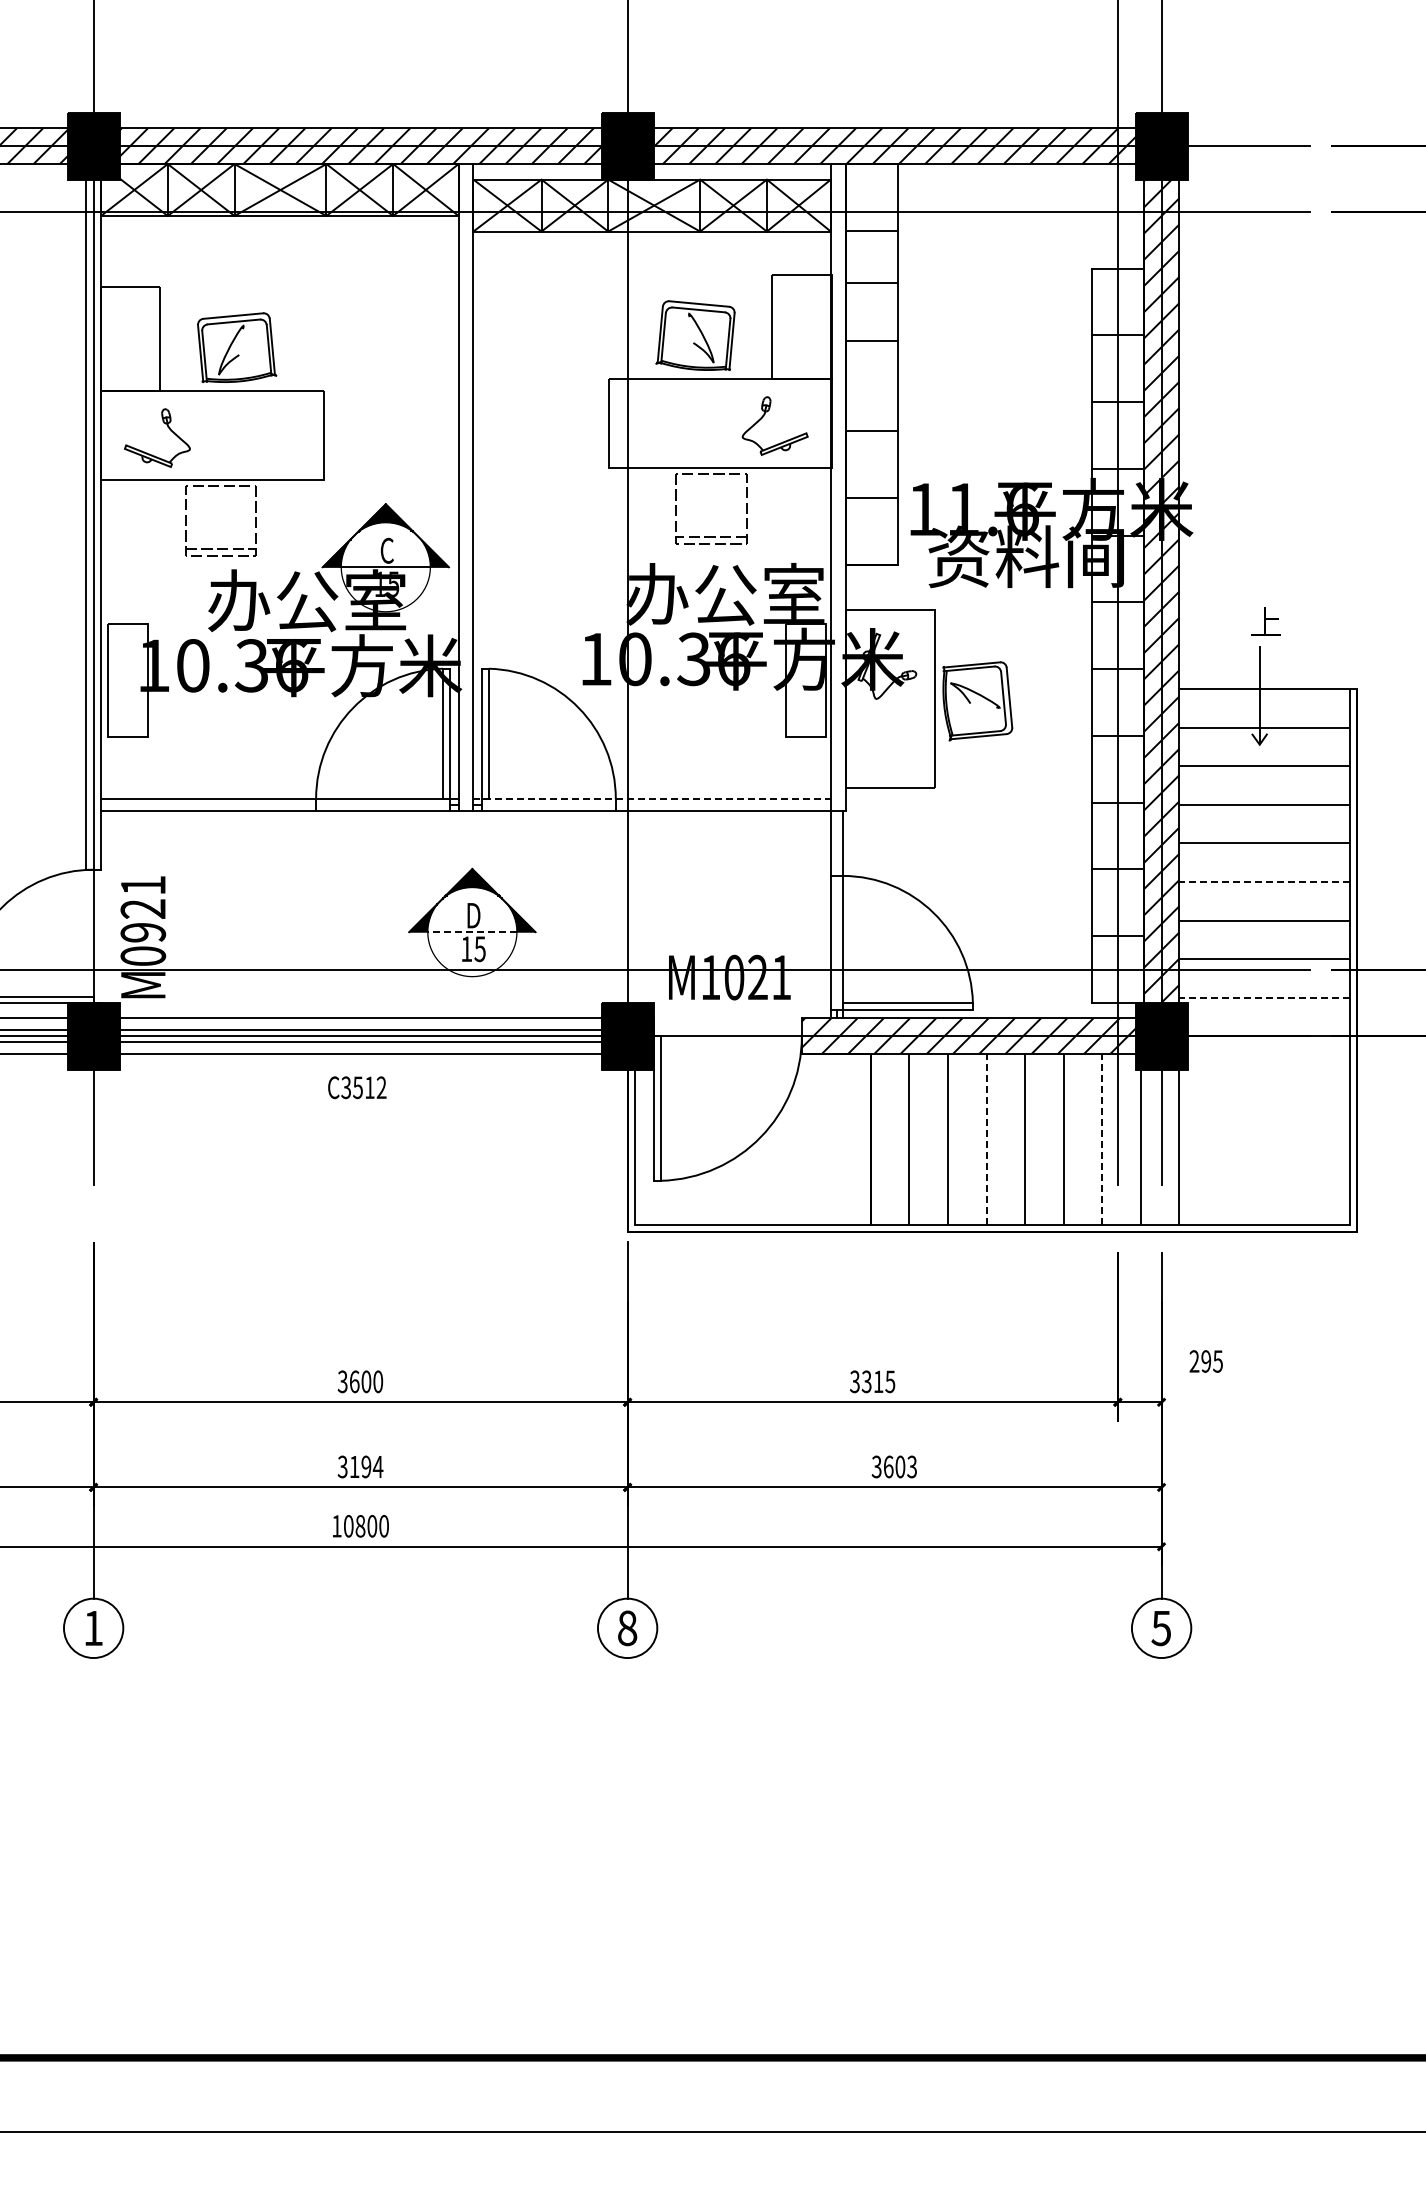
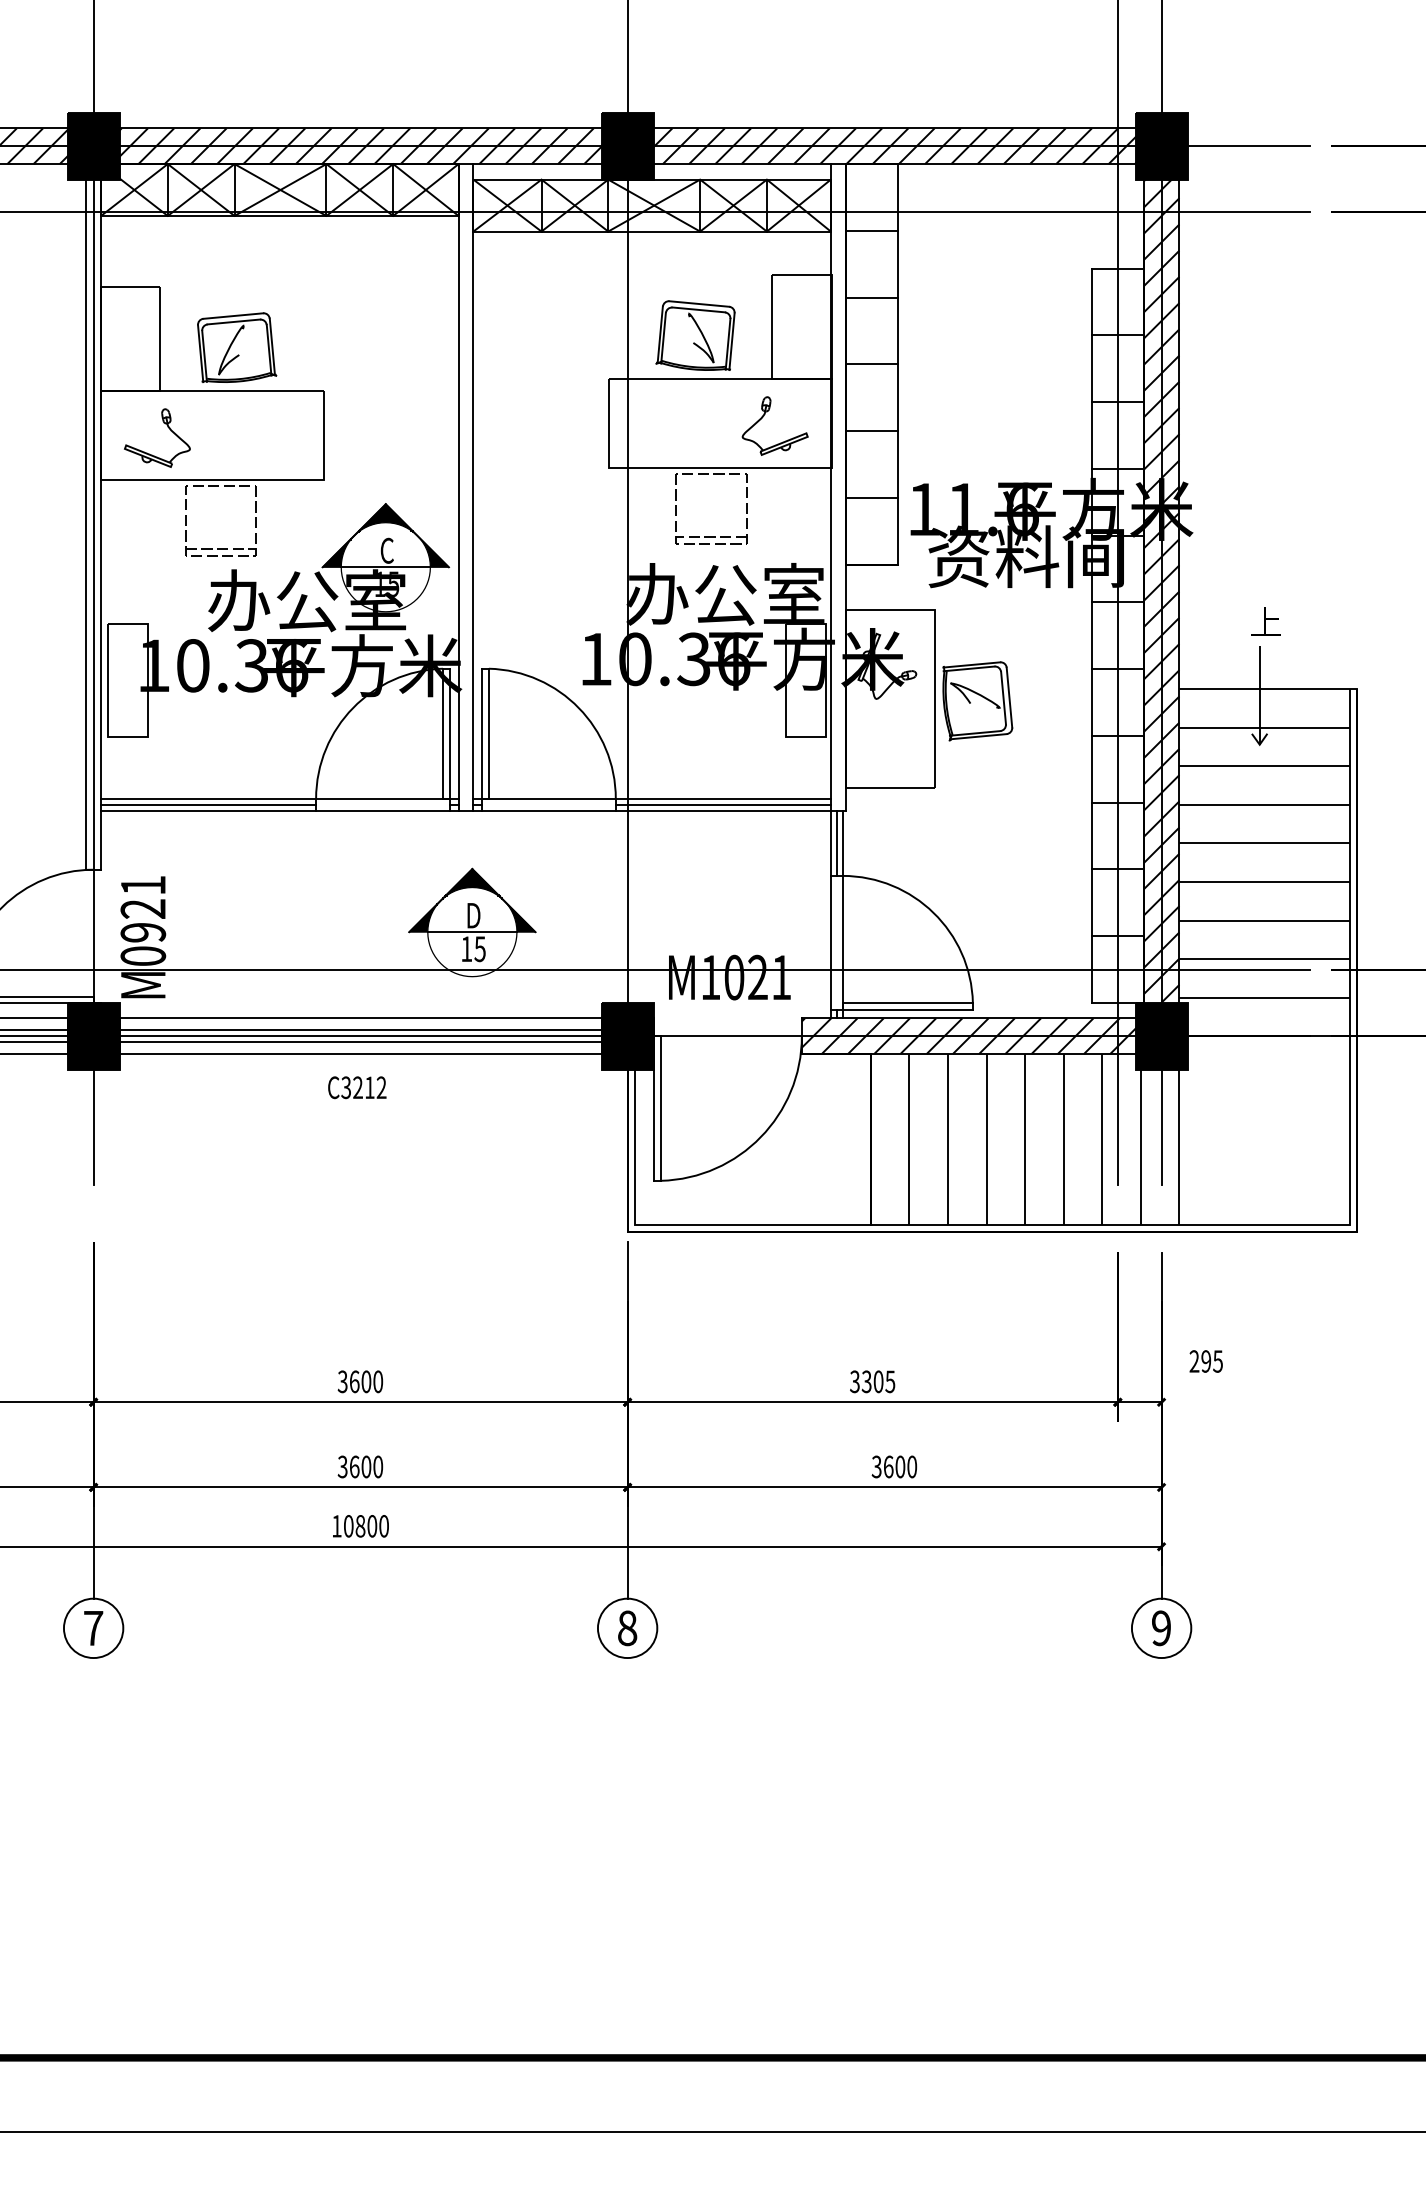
line at (871, 282) position: (871, 282) -> (871, 297)
line at (871, 341) position: (871, 341) -> (871, 364)
line at (652, 798): dashed -> solid
line at (208, 804): none -> present
line at (722, 804): none -> present
line at (836, 843): none -> present
line at (1264, 881): dashed -> solid
line at (472, 932): dashed -> solid
line at (1264, 997): dashed -> solid
text at (357, 1087): C3512 -> C3212
line at (986, 1138): dashed -> solid
line at (1102, 1138): dashed -> solid
text at (878, 1381): 3315 -> 3305
text at (366, 1466): 3194 -> 3600
text at (912, 1466): 3603 -> 3600
text at (93, 1628): 1 -> 7
text at (1160, 1628): 5 -> 9
